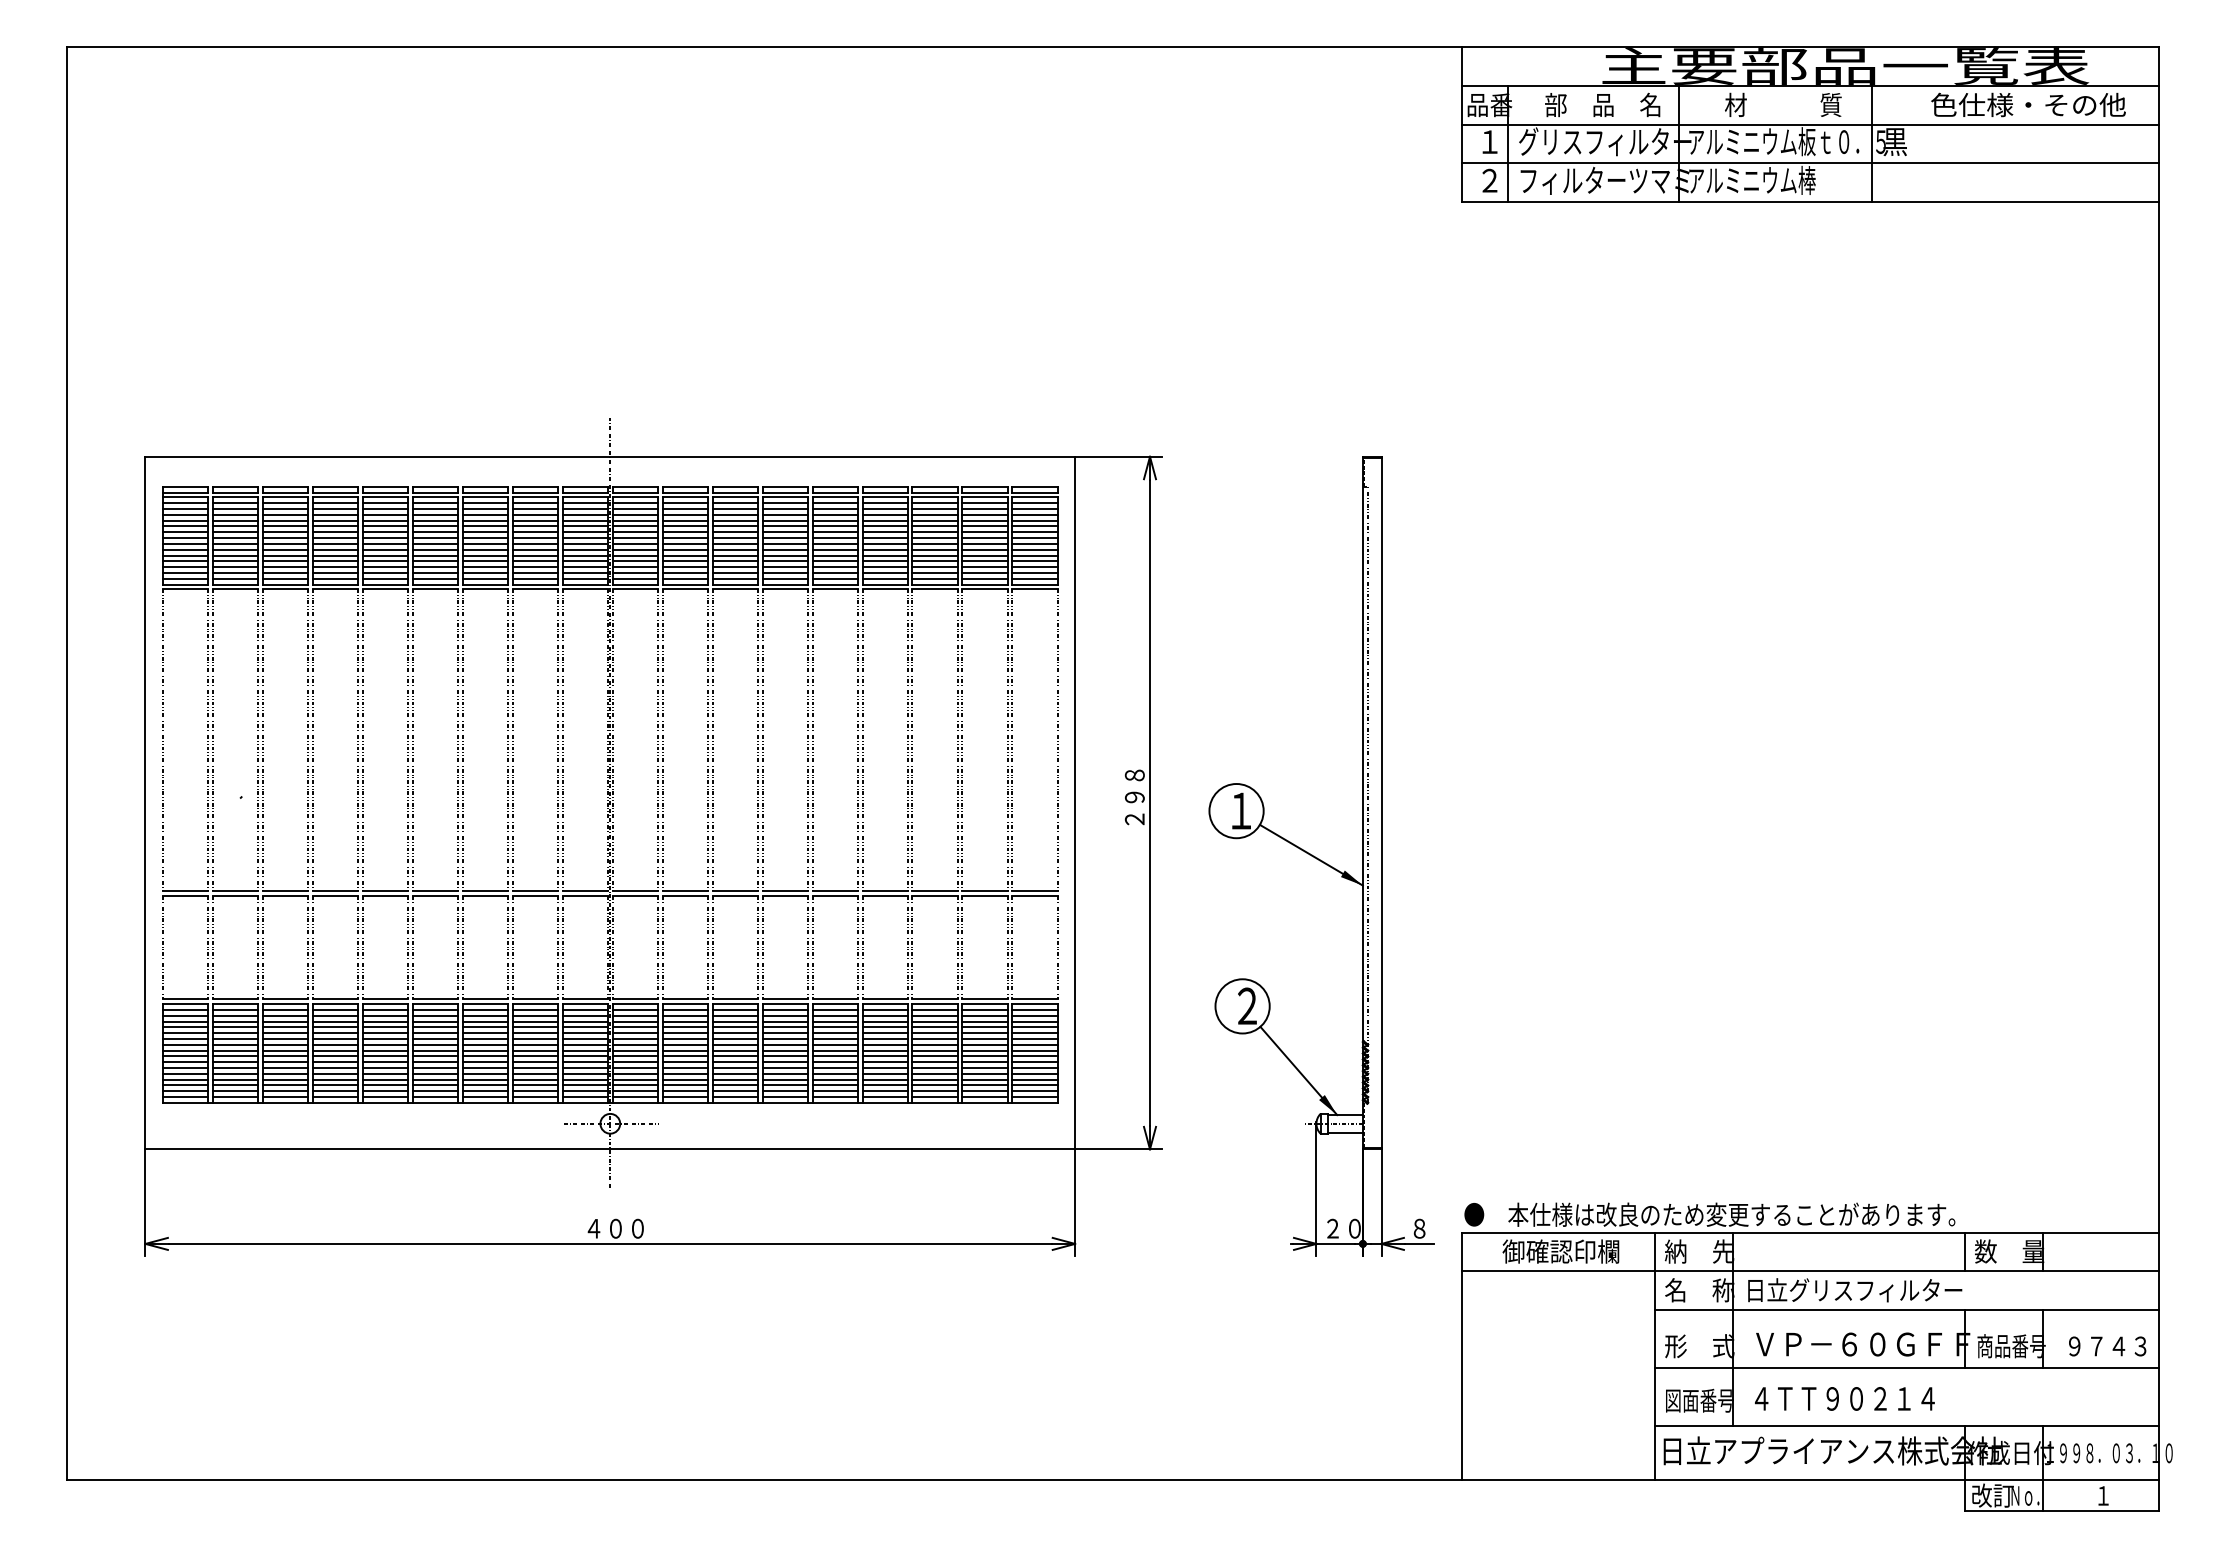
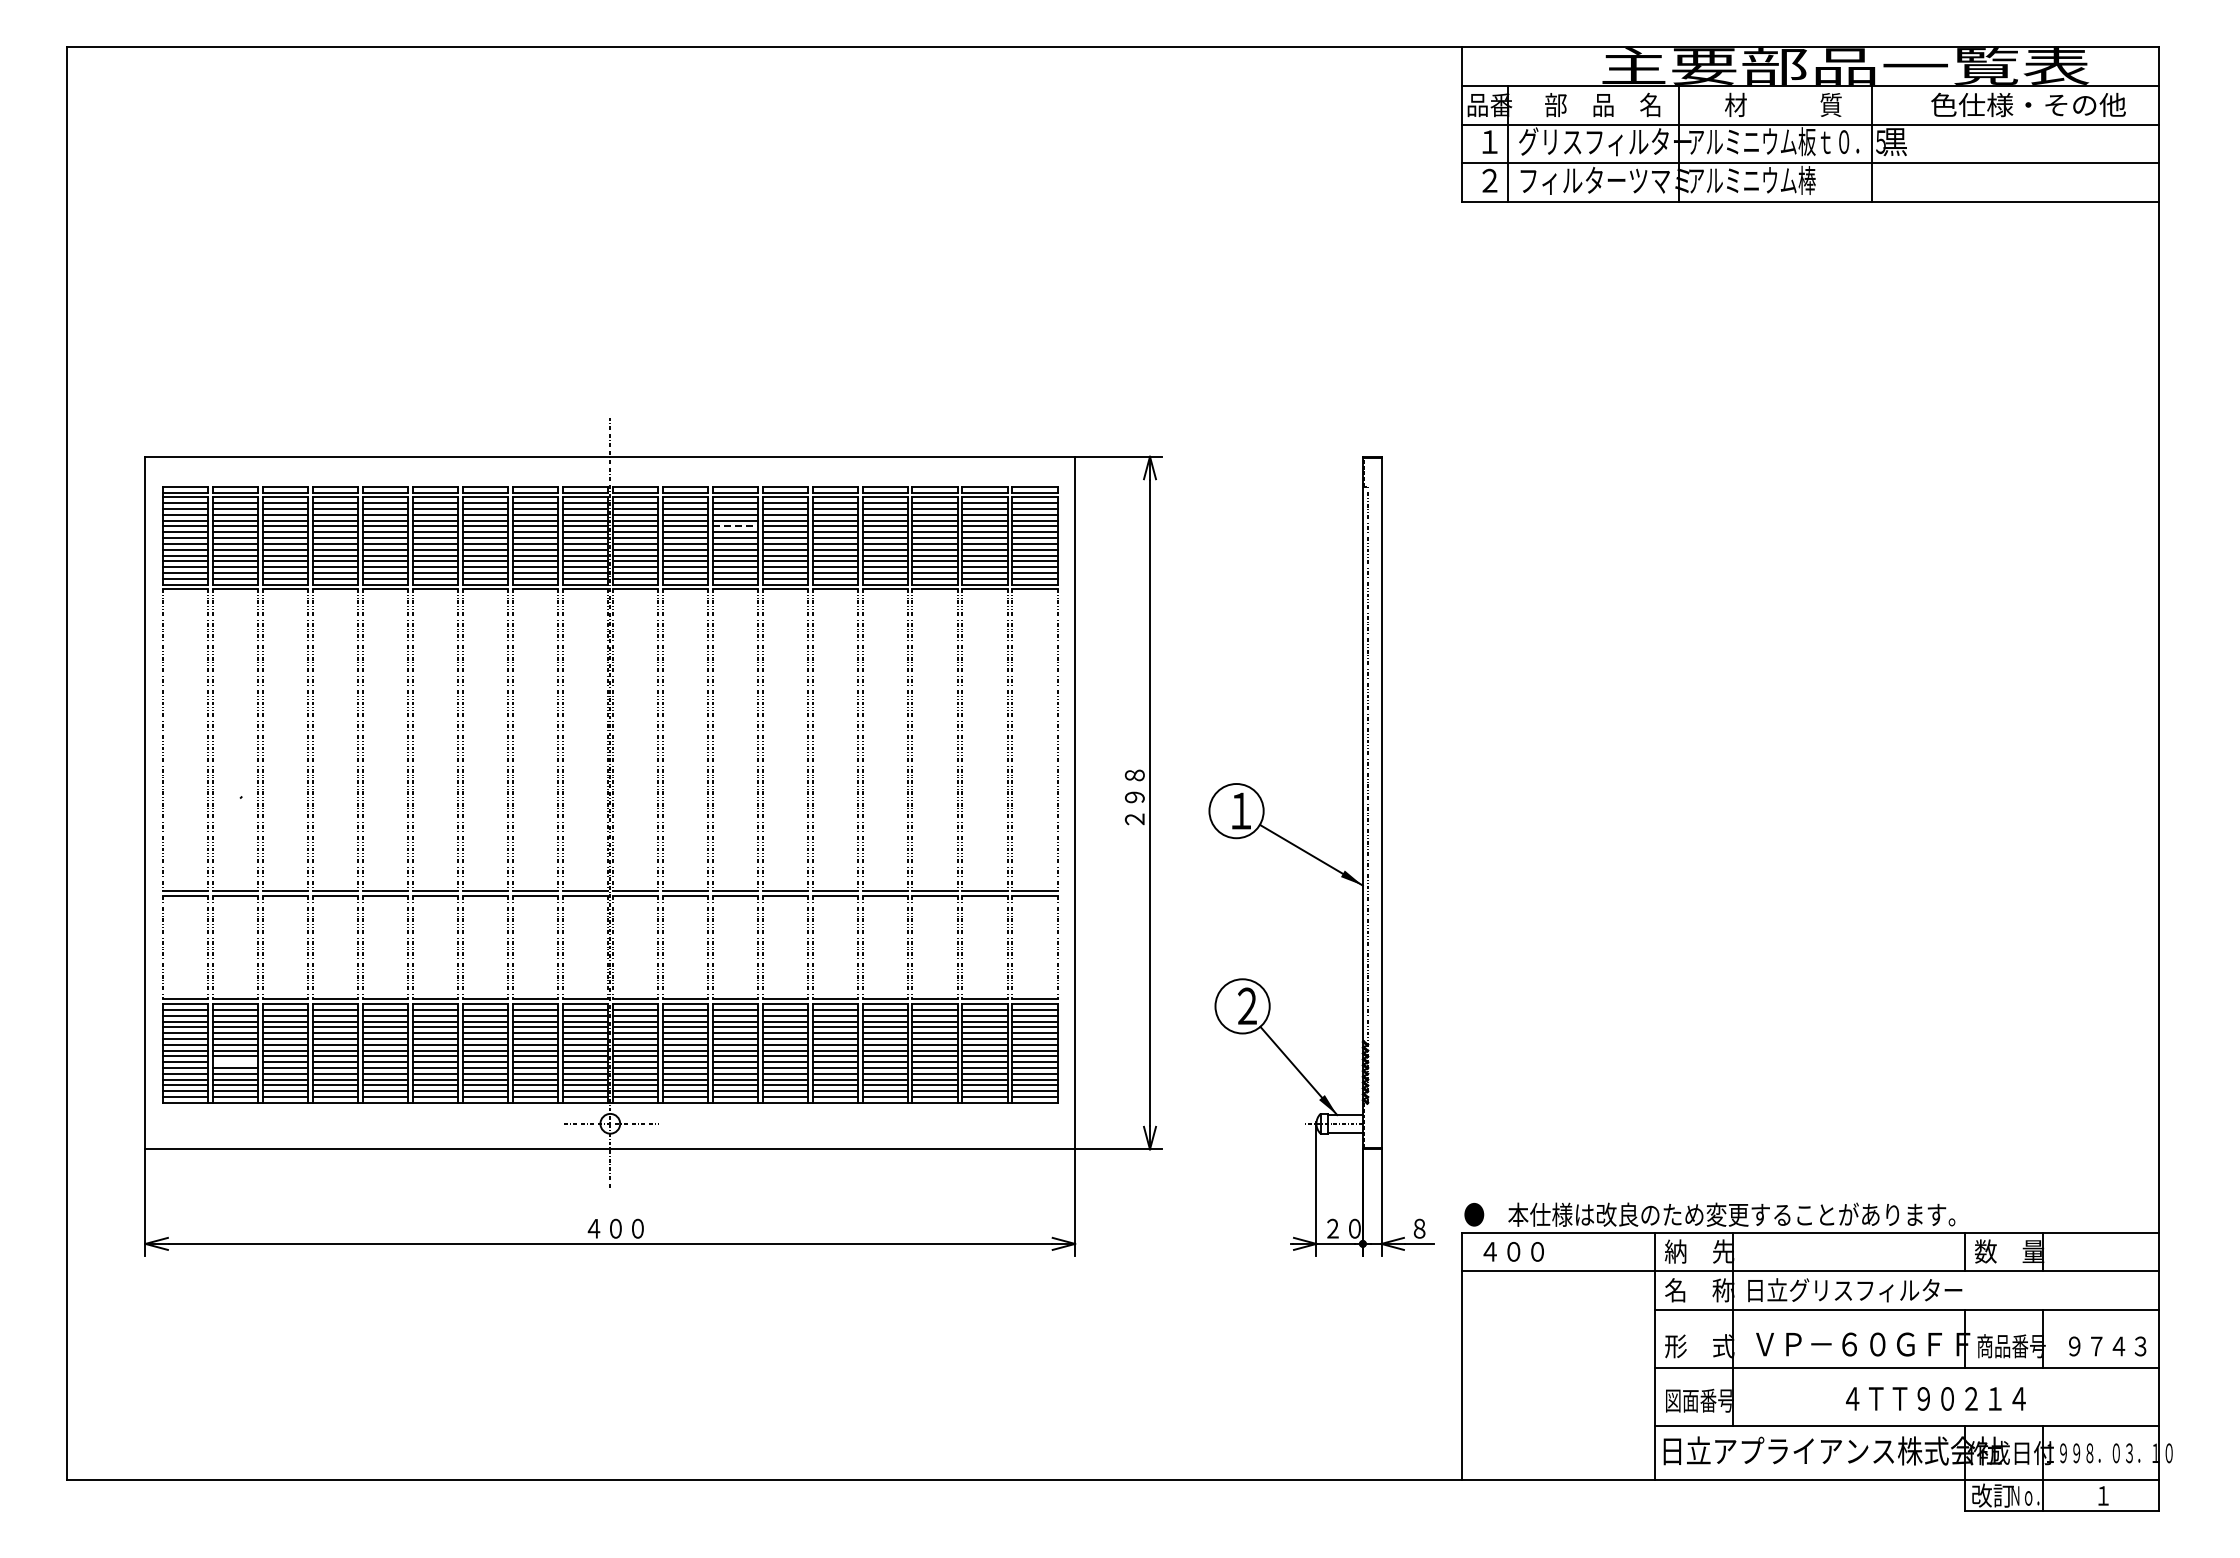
line at (735, 526): solid -> dashed
line at (235, 1062): present -> none
text at (1551, 1251): 御確認印欄 -> ４００
text at (1844, 1398) position: (1844, 1398) -> (1935, 1398)
